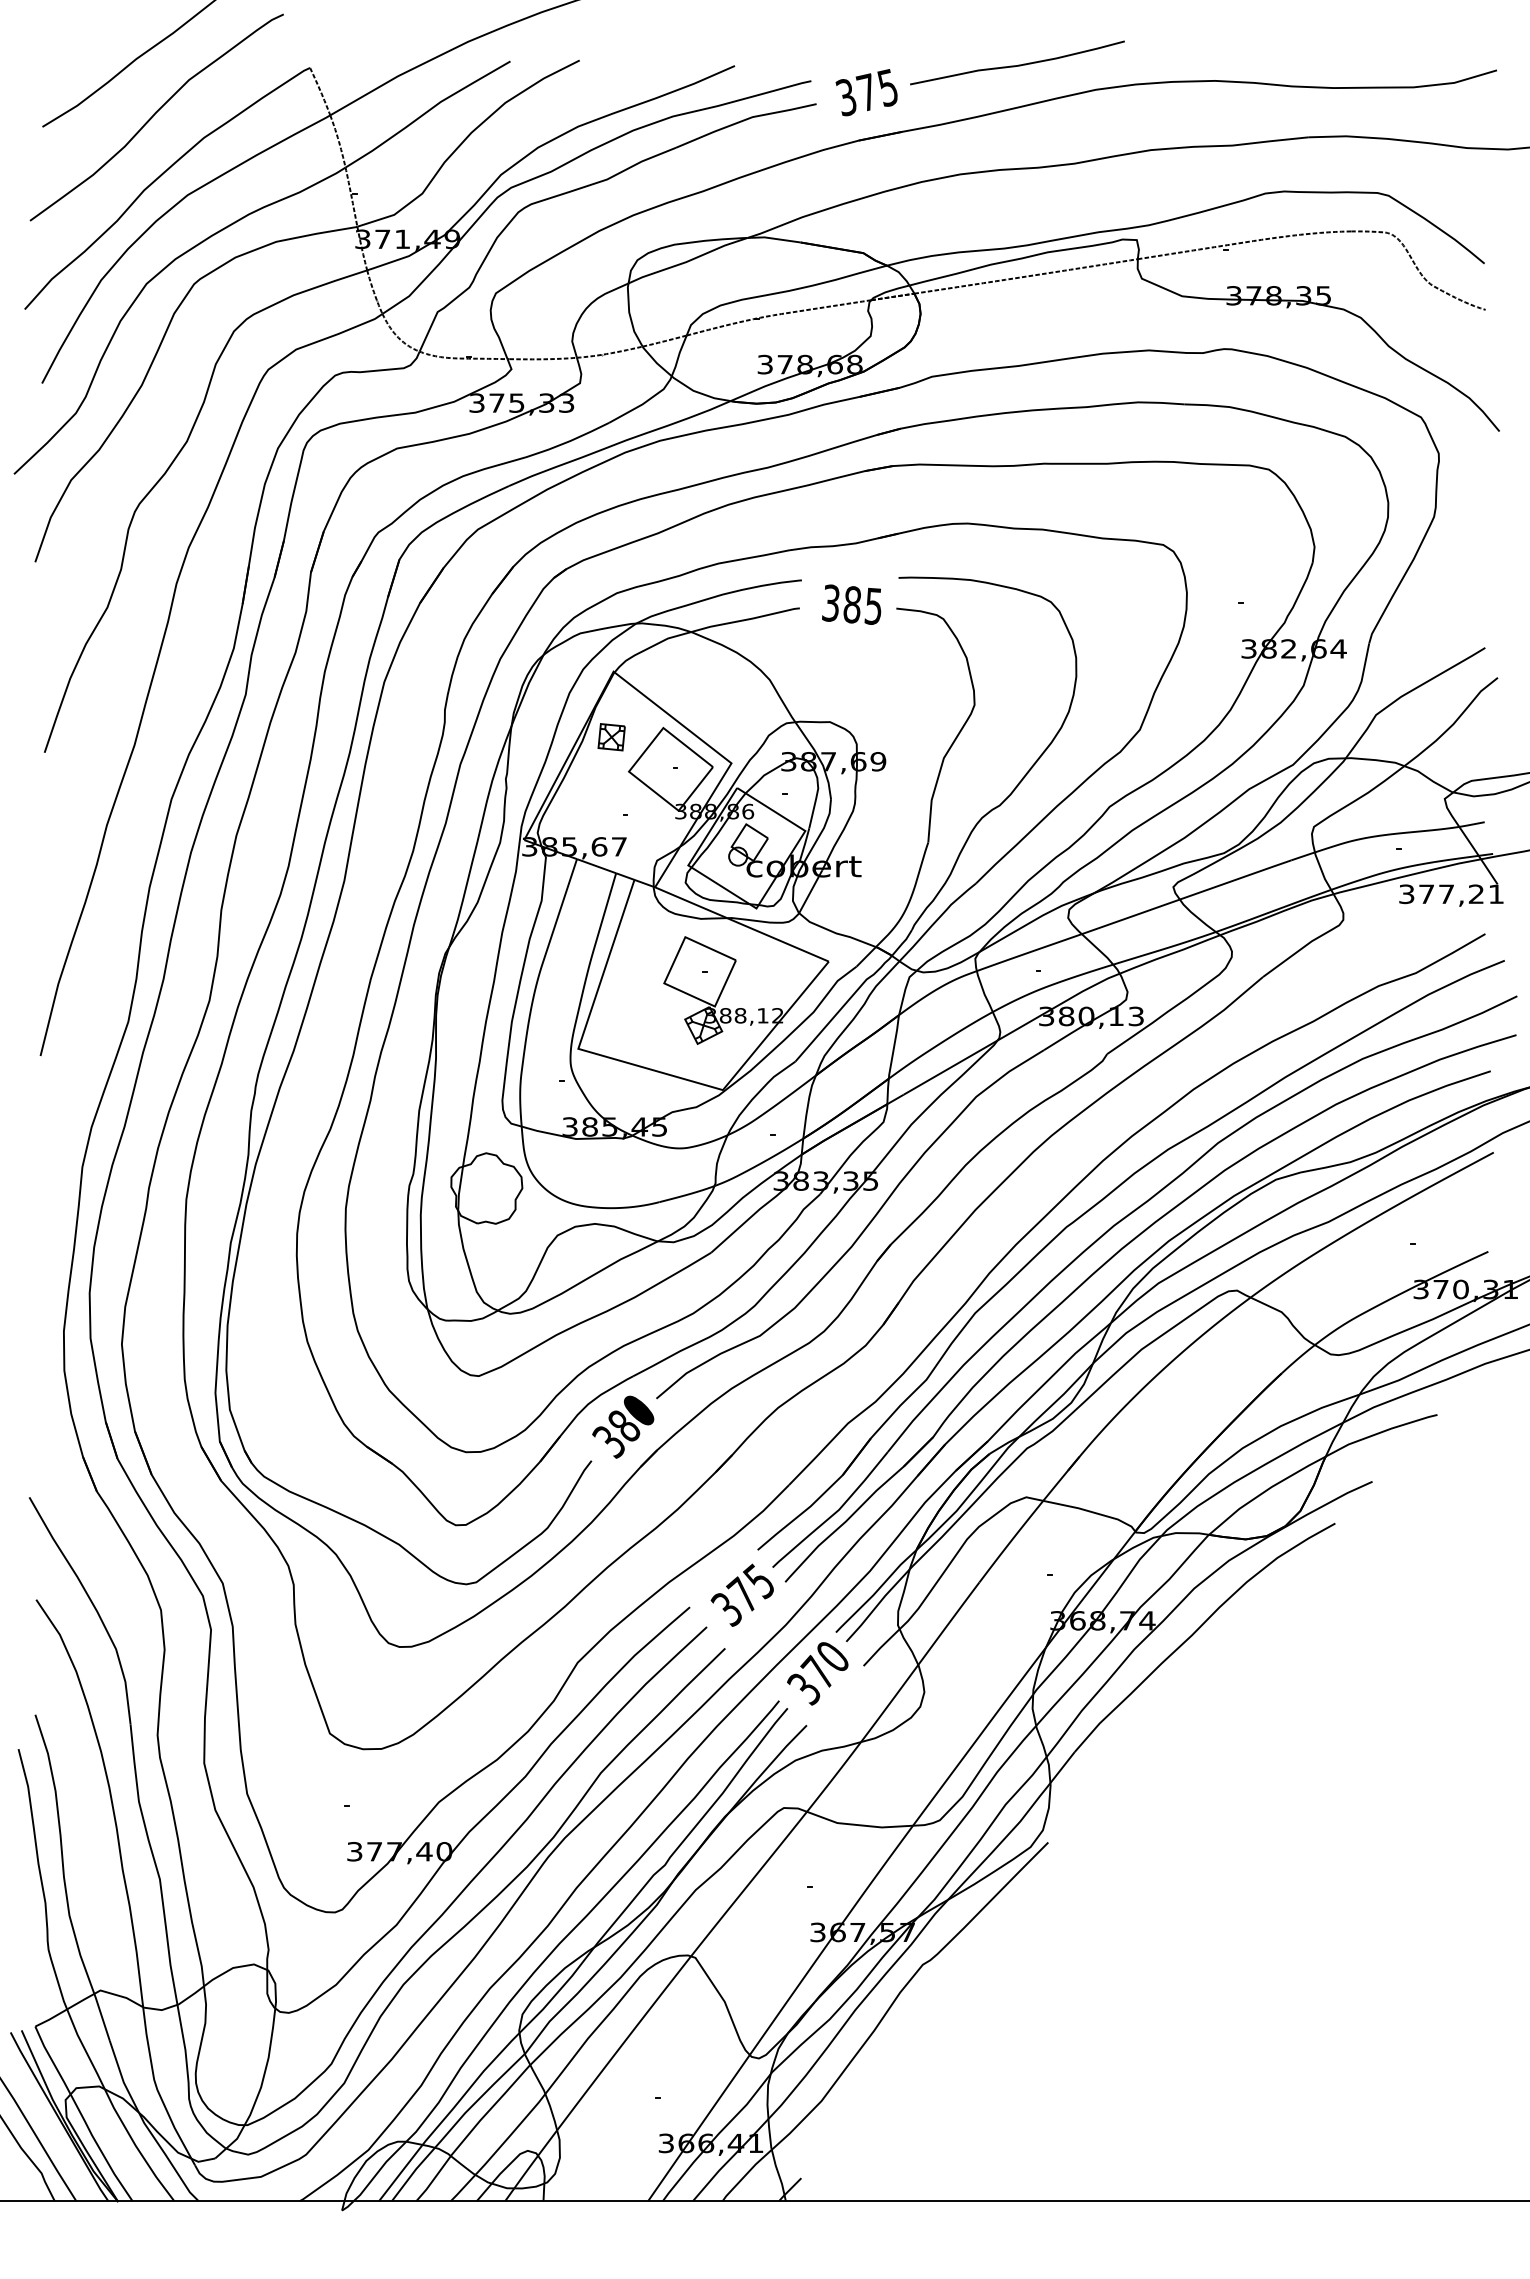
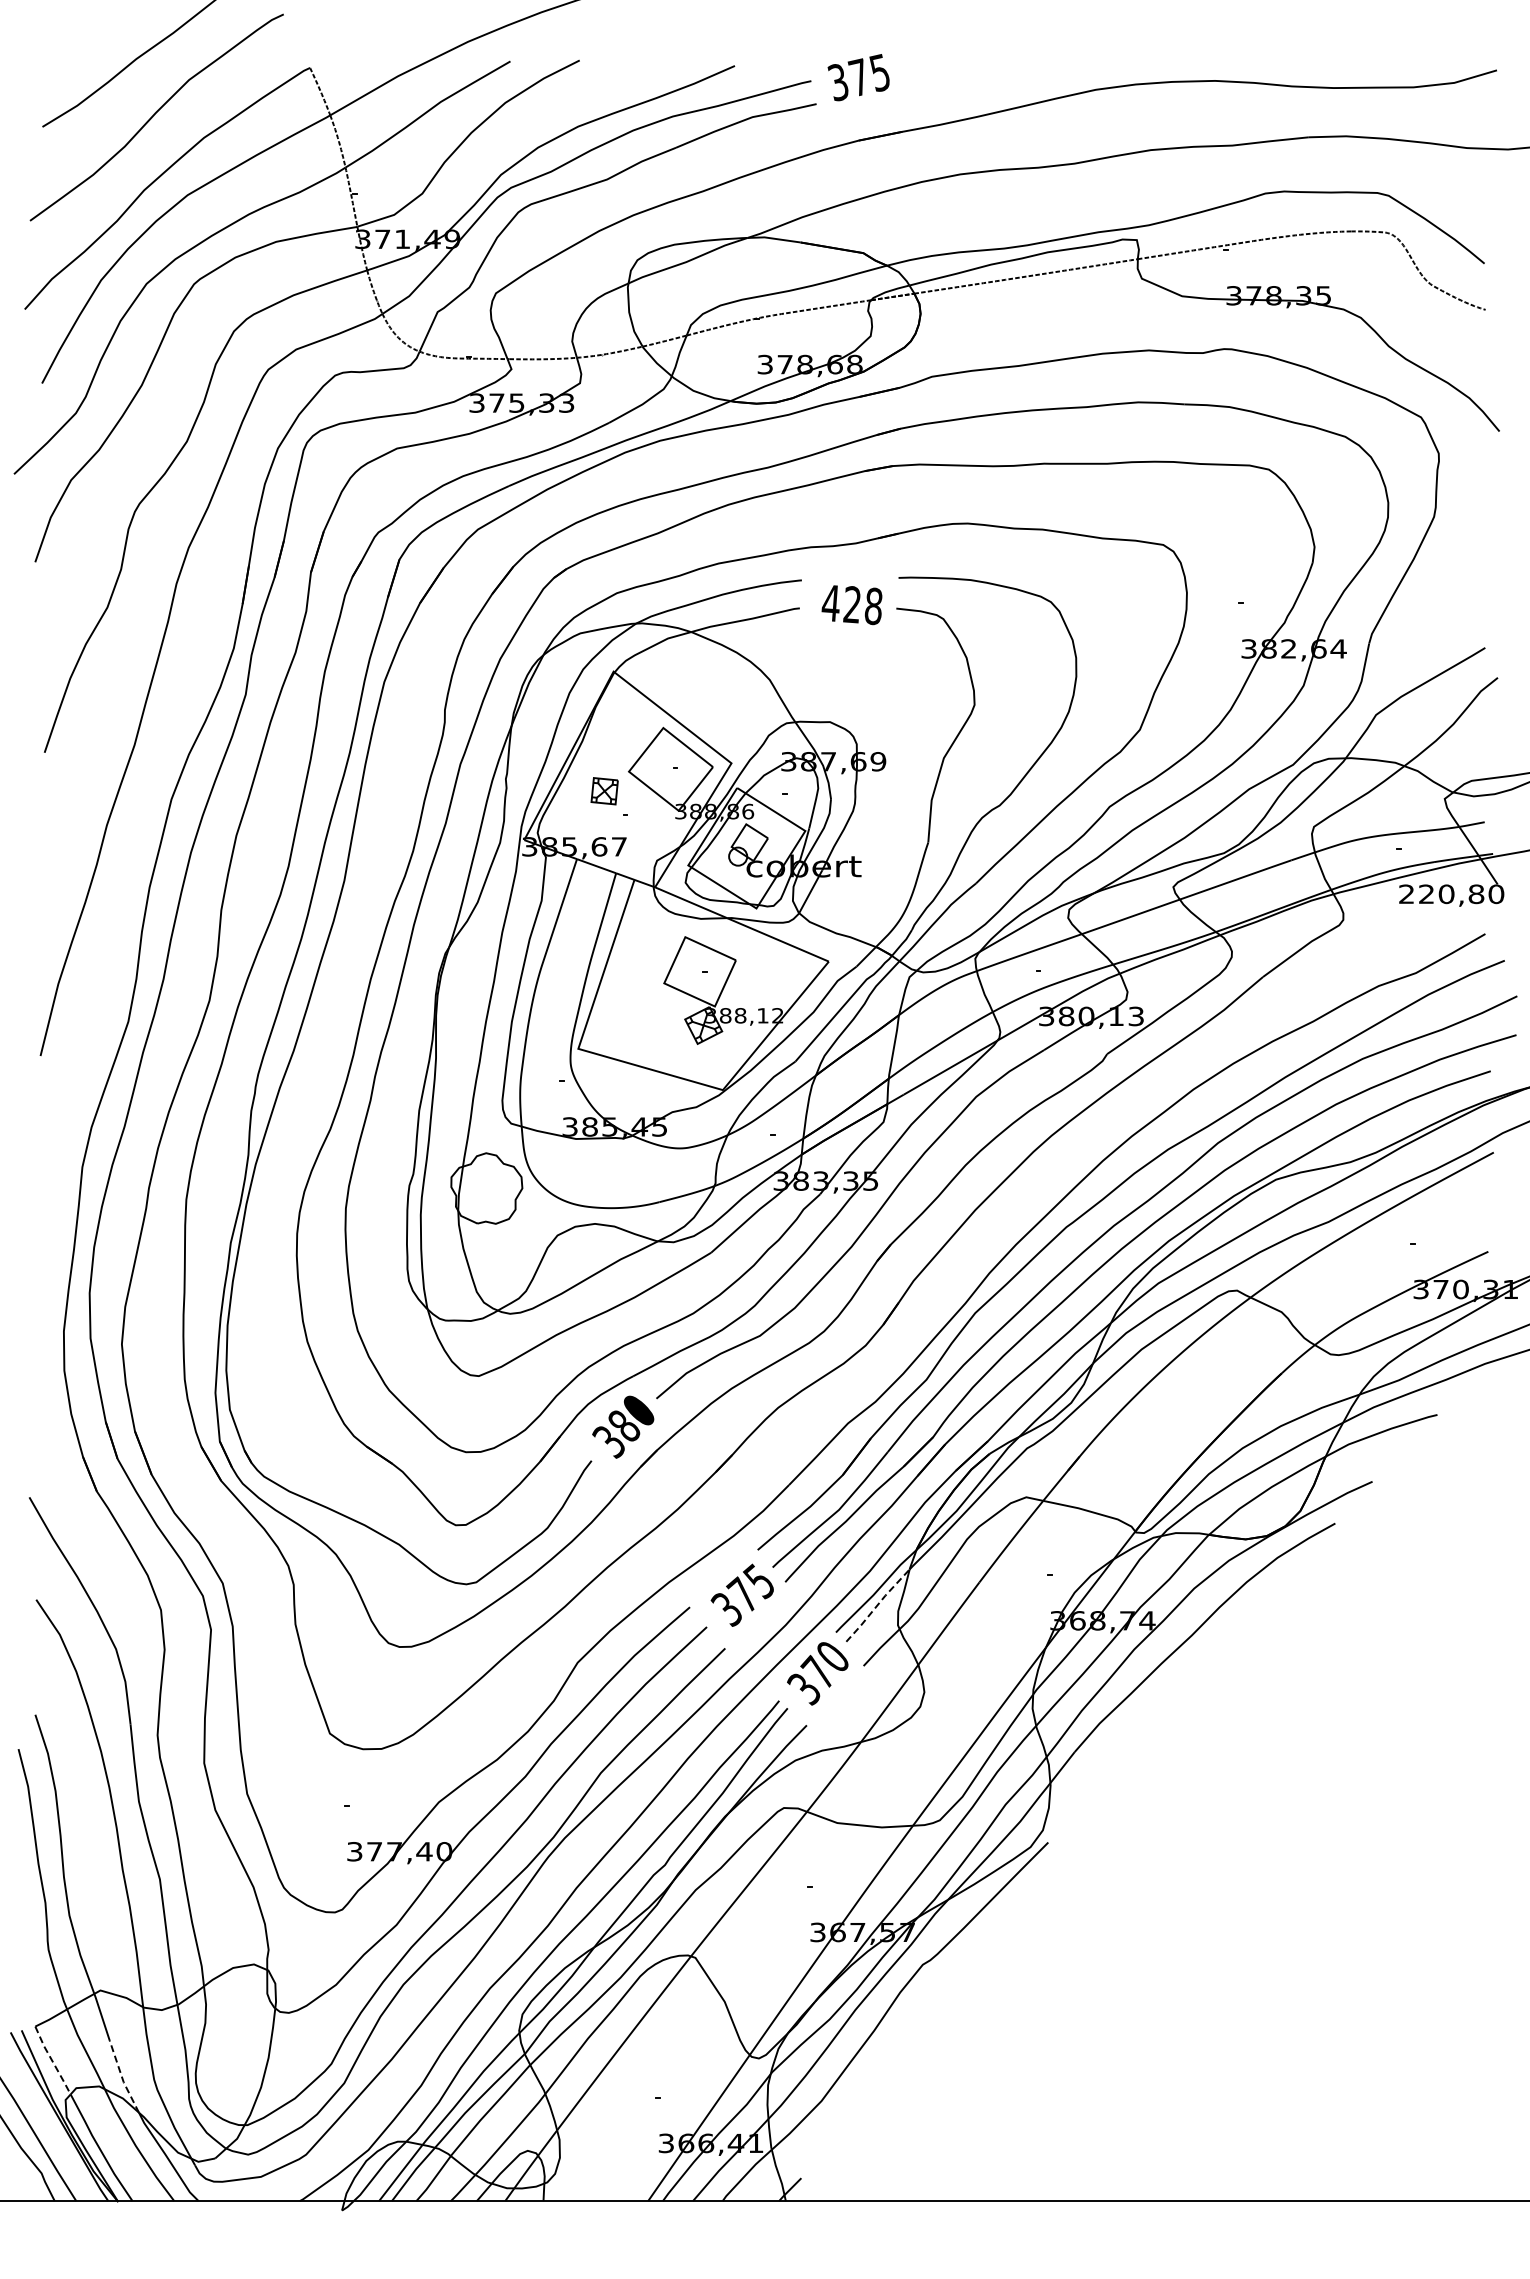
curve at (1018, 64): present -> none
text at (866, 92) position: (866, 92) -> (858, 77)
text at (851, 604): 385 -> 428
part at (611, 737) position: (611, 737) -> (604, 791)
text at (1451, 894): 377,21 -> 220,80
line at (877, 1604): solid -> dashed
line at (52, 2061): solid -> dashed
line at (122, 2077): solid -> dashed
